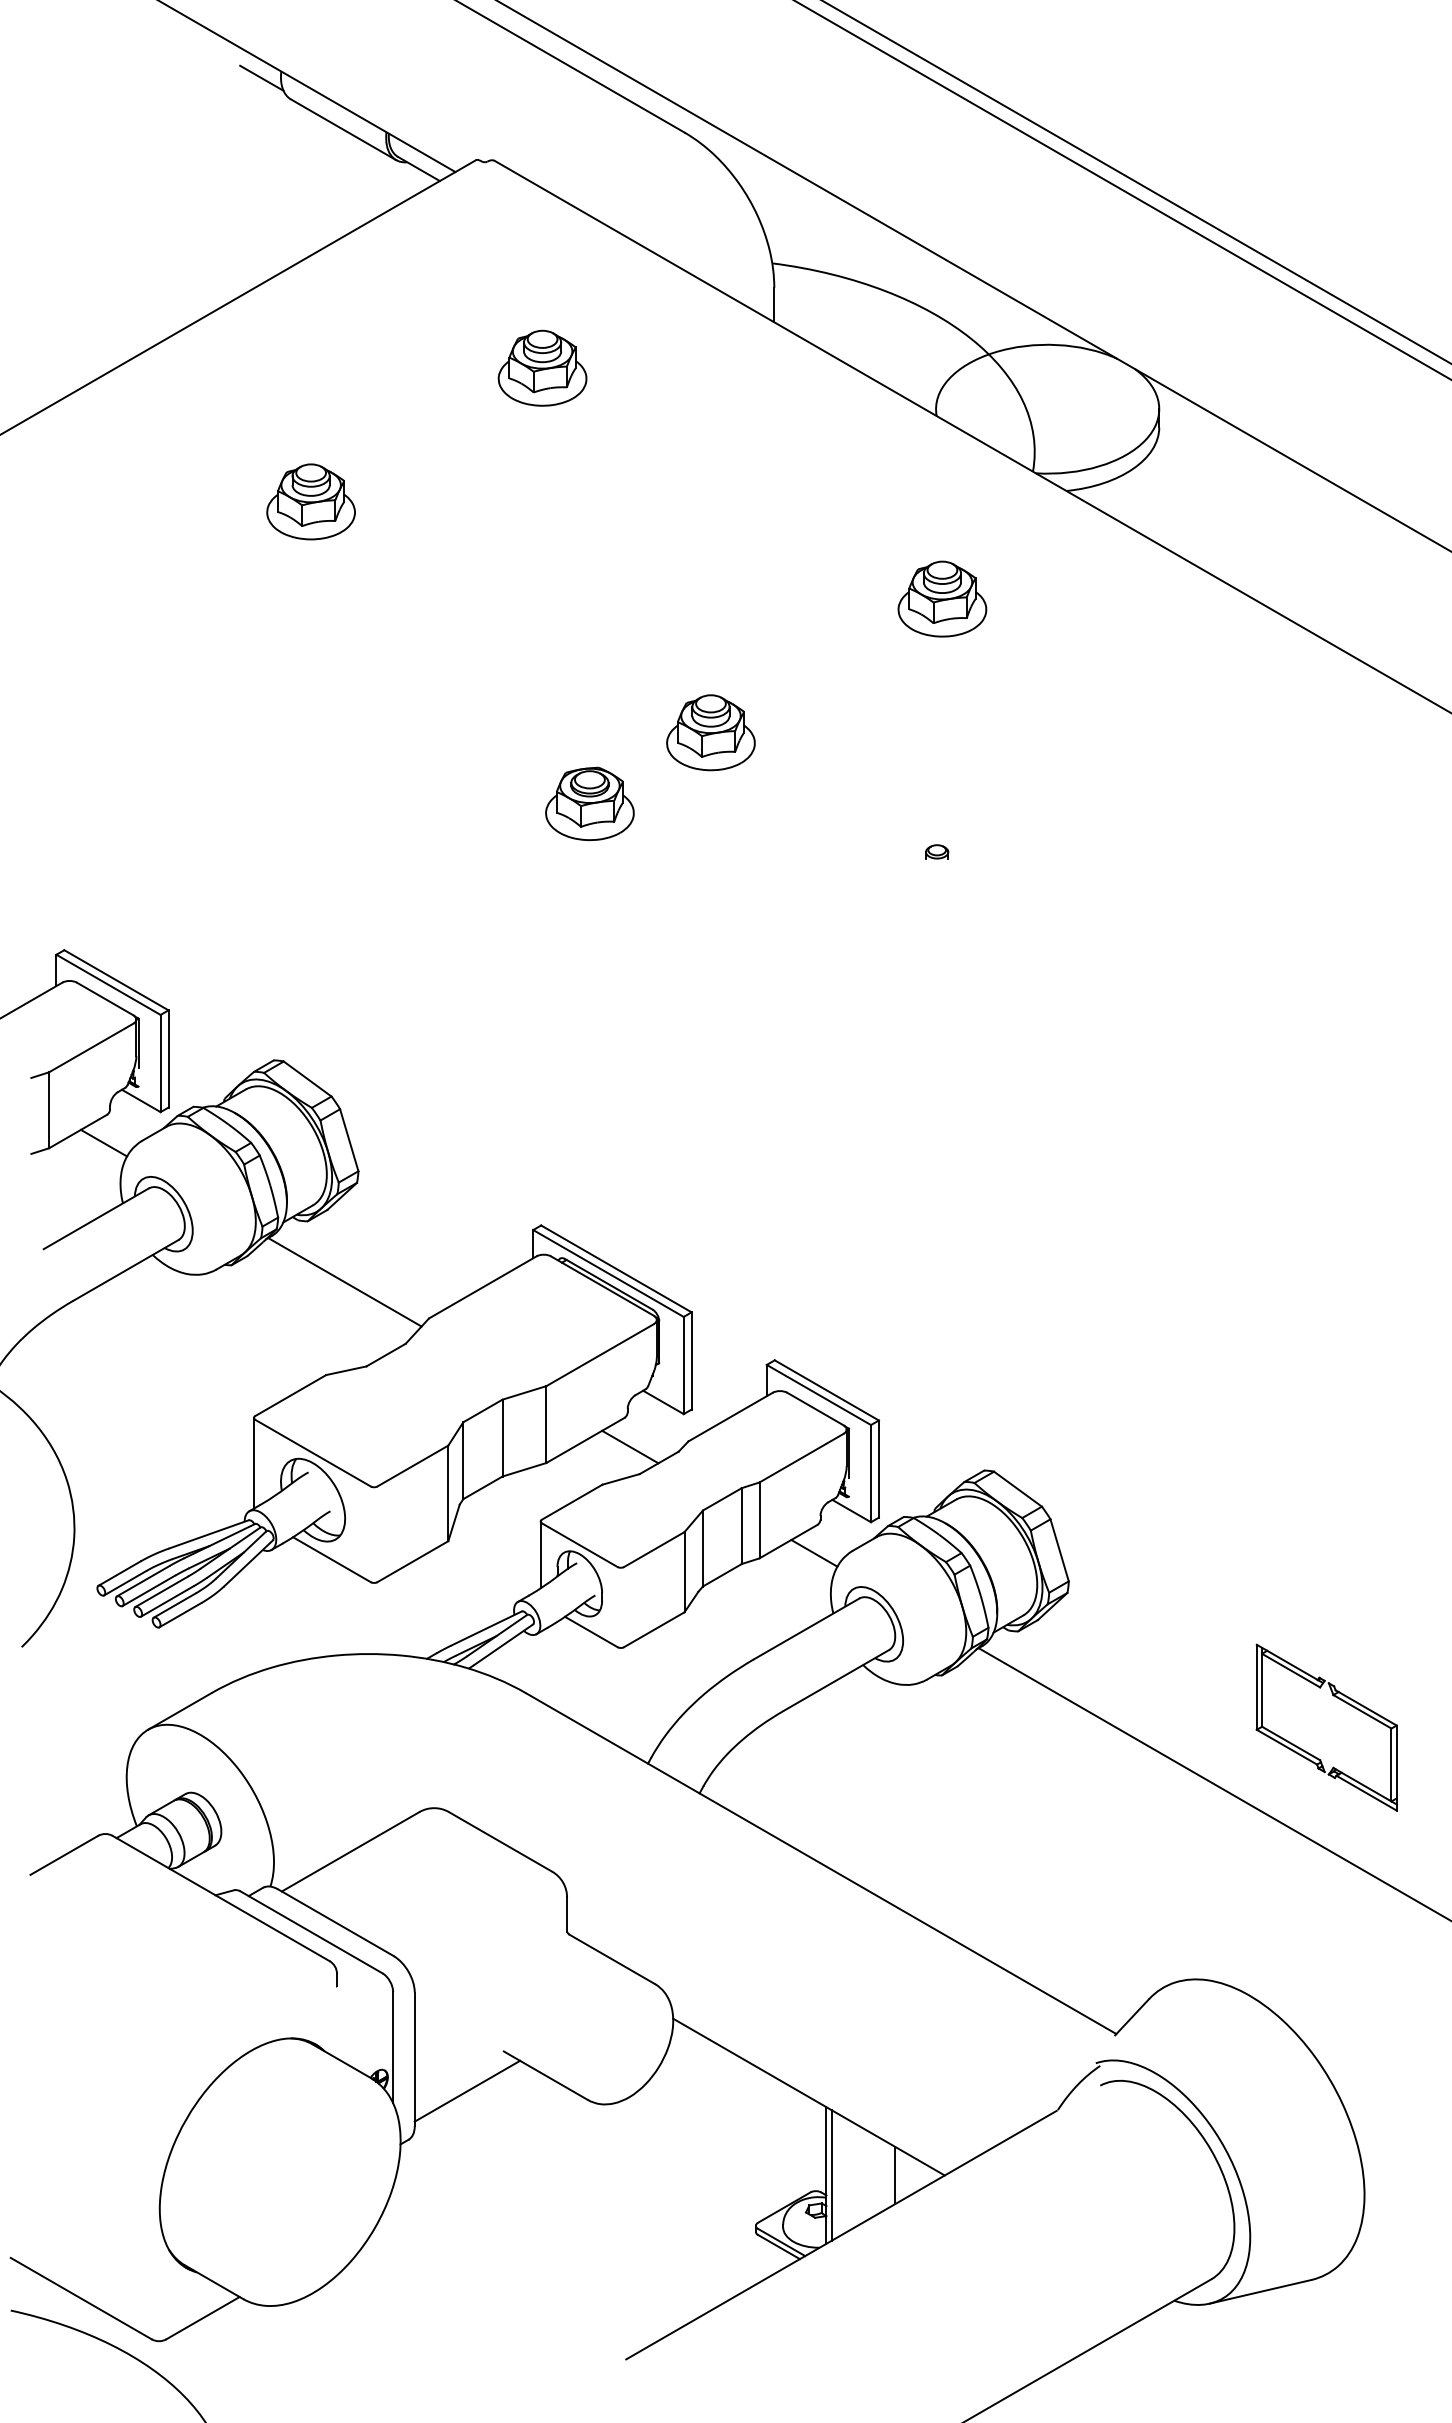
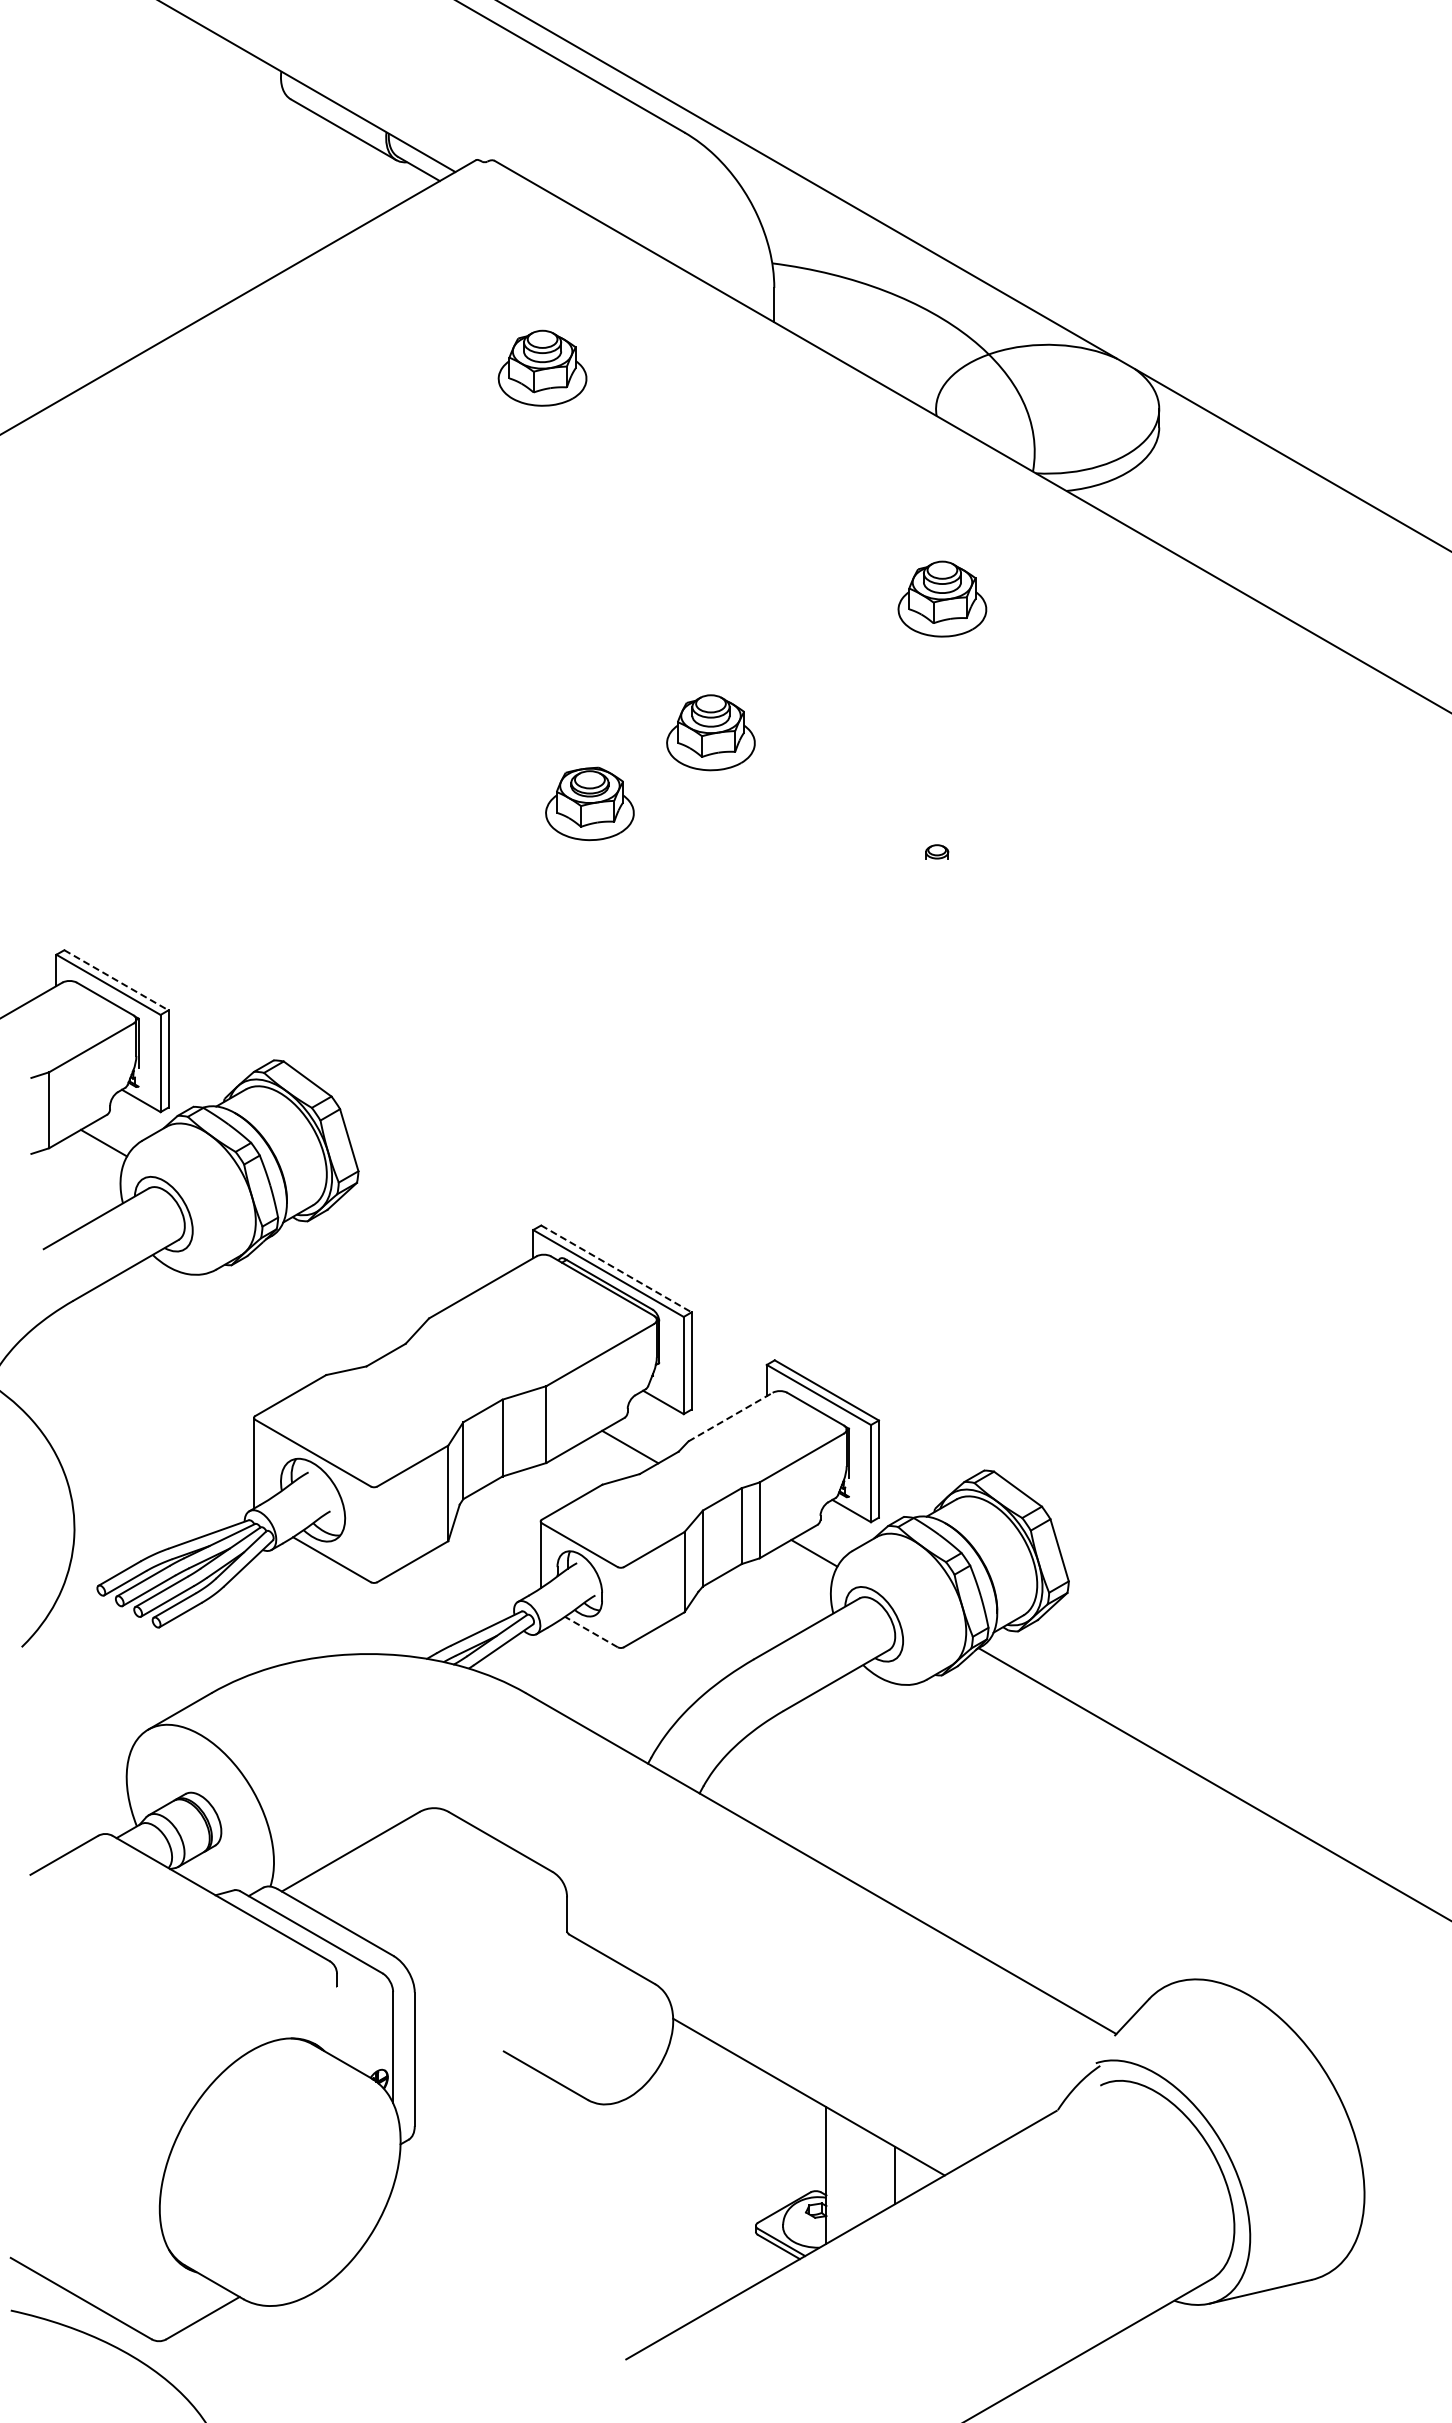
line at (261, 77): present -> none
line at (1136, 182): present -> none
line at (1122, 190): present -> none
part at (310, 501): present -> none
line at (116, 980): solid -> dashed
line at (616, 1268): solid -> dashed
line at (344, 1282): present -> none
line at (730, 1417): solid -> dashed
line at (590, 1631): solid -> dashed
part at (1340, 1700): present -> none
line at (467, 2090): present -> none
line at (831, 2175): present -> none
